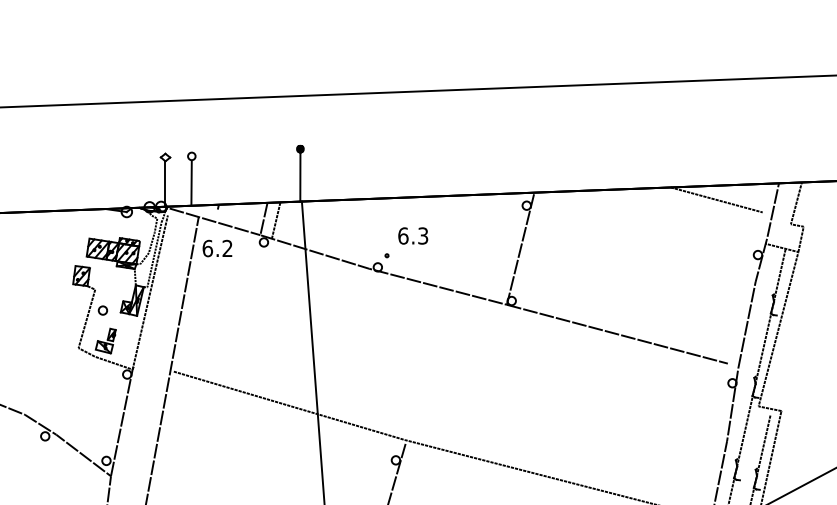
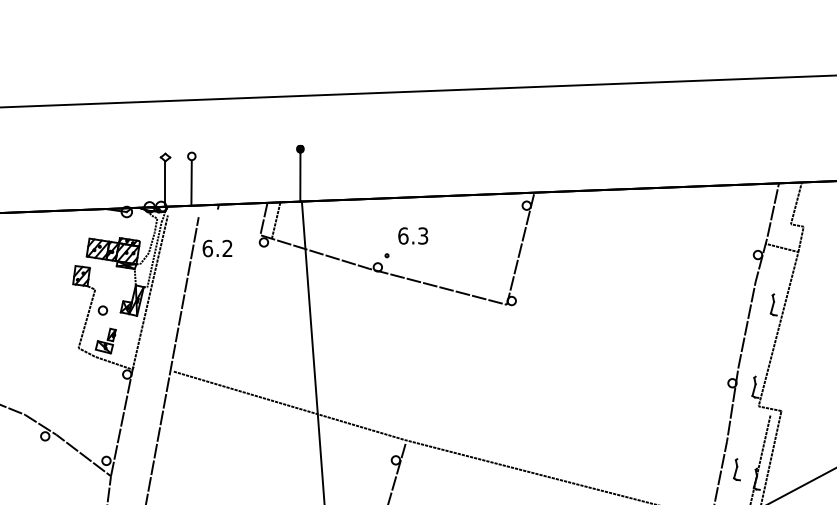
line at (716, 199): present -> none
line at (214, 221): present -> none
line at (616, 333): present -> none
line at (757, 375): present -> none
